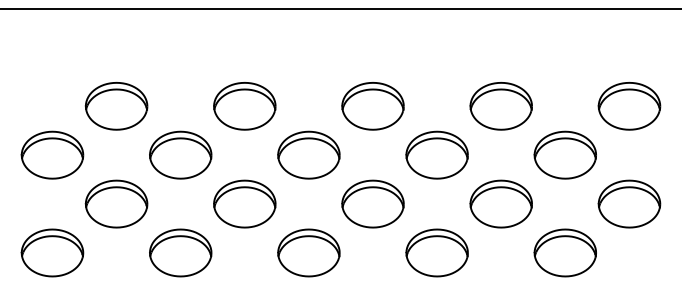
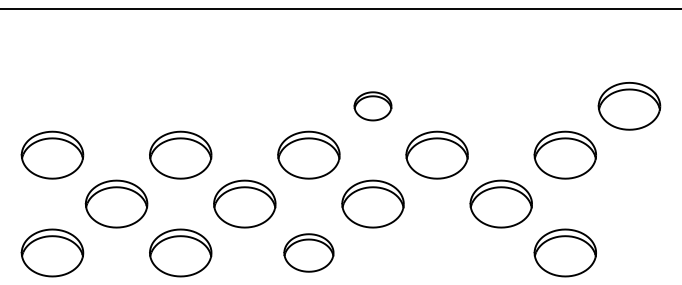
part at (116, 106): present -> none
part at (244, 106): present -> none
part at (372, 106) size: 64x49 px -> 40x31 px
part at (500, 106): present -> none
part at (629, 203): present -> none
part at (308, 252) size: 64x50 px -> 52x40 px
part at (436, 252): present -> none
